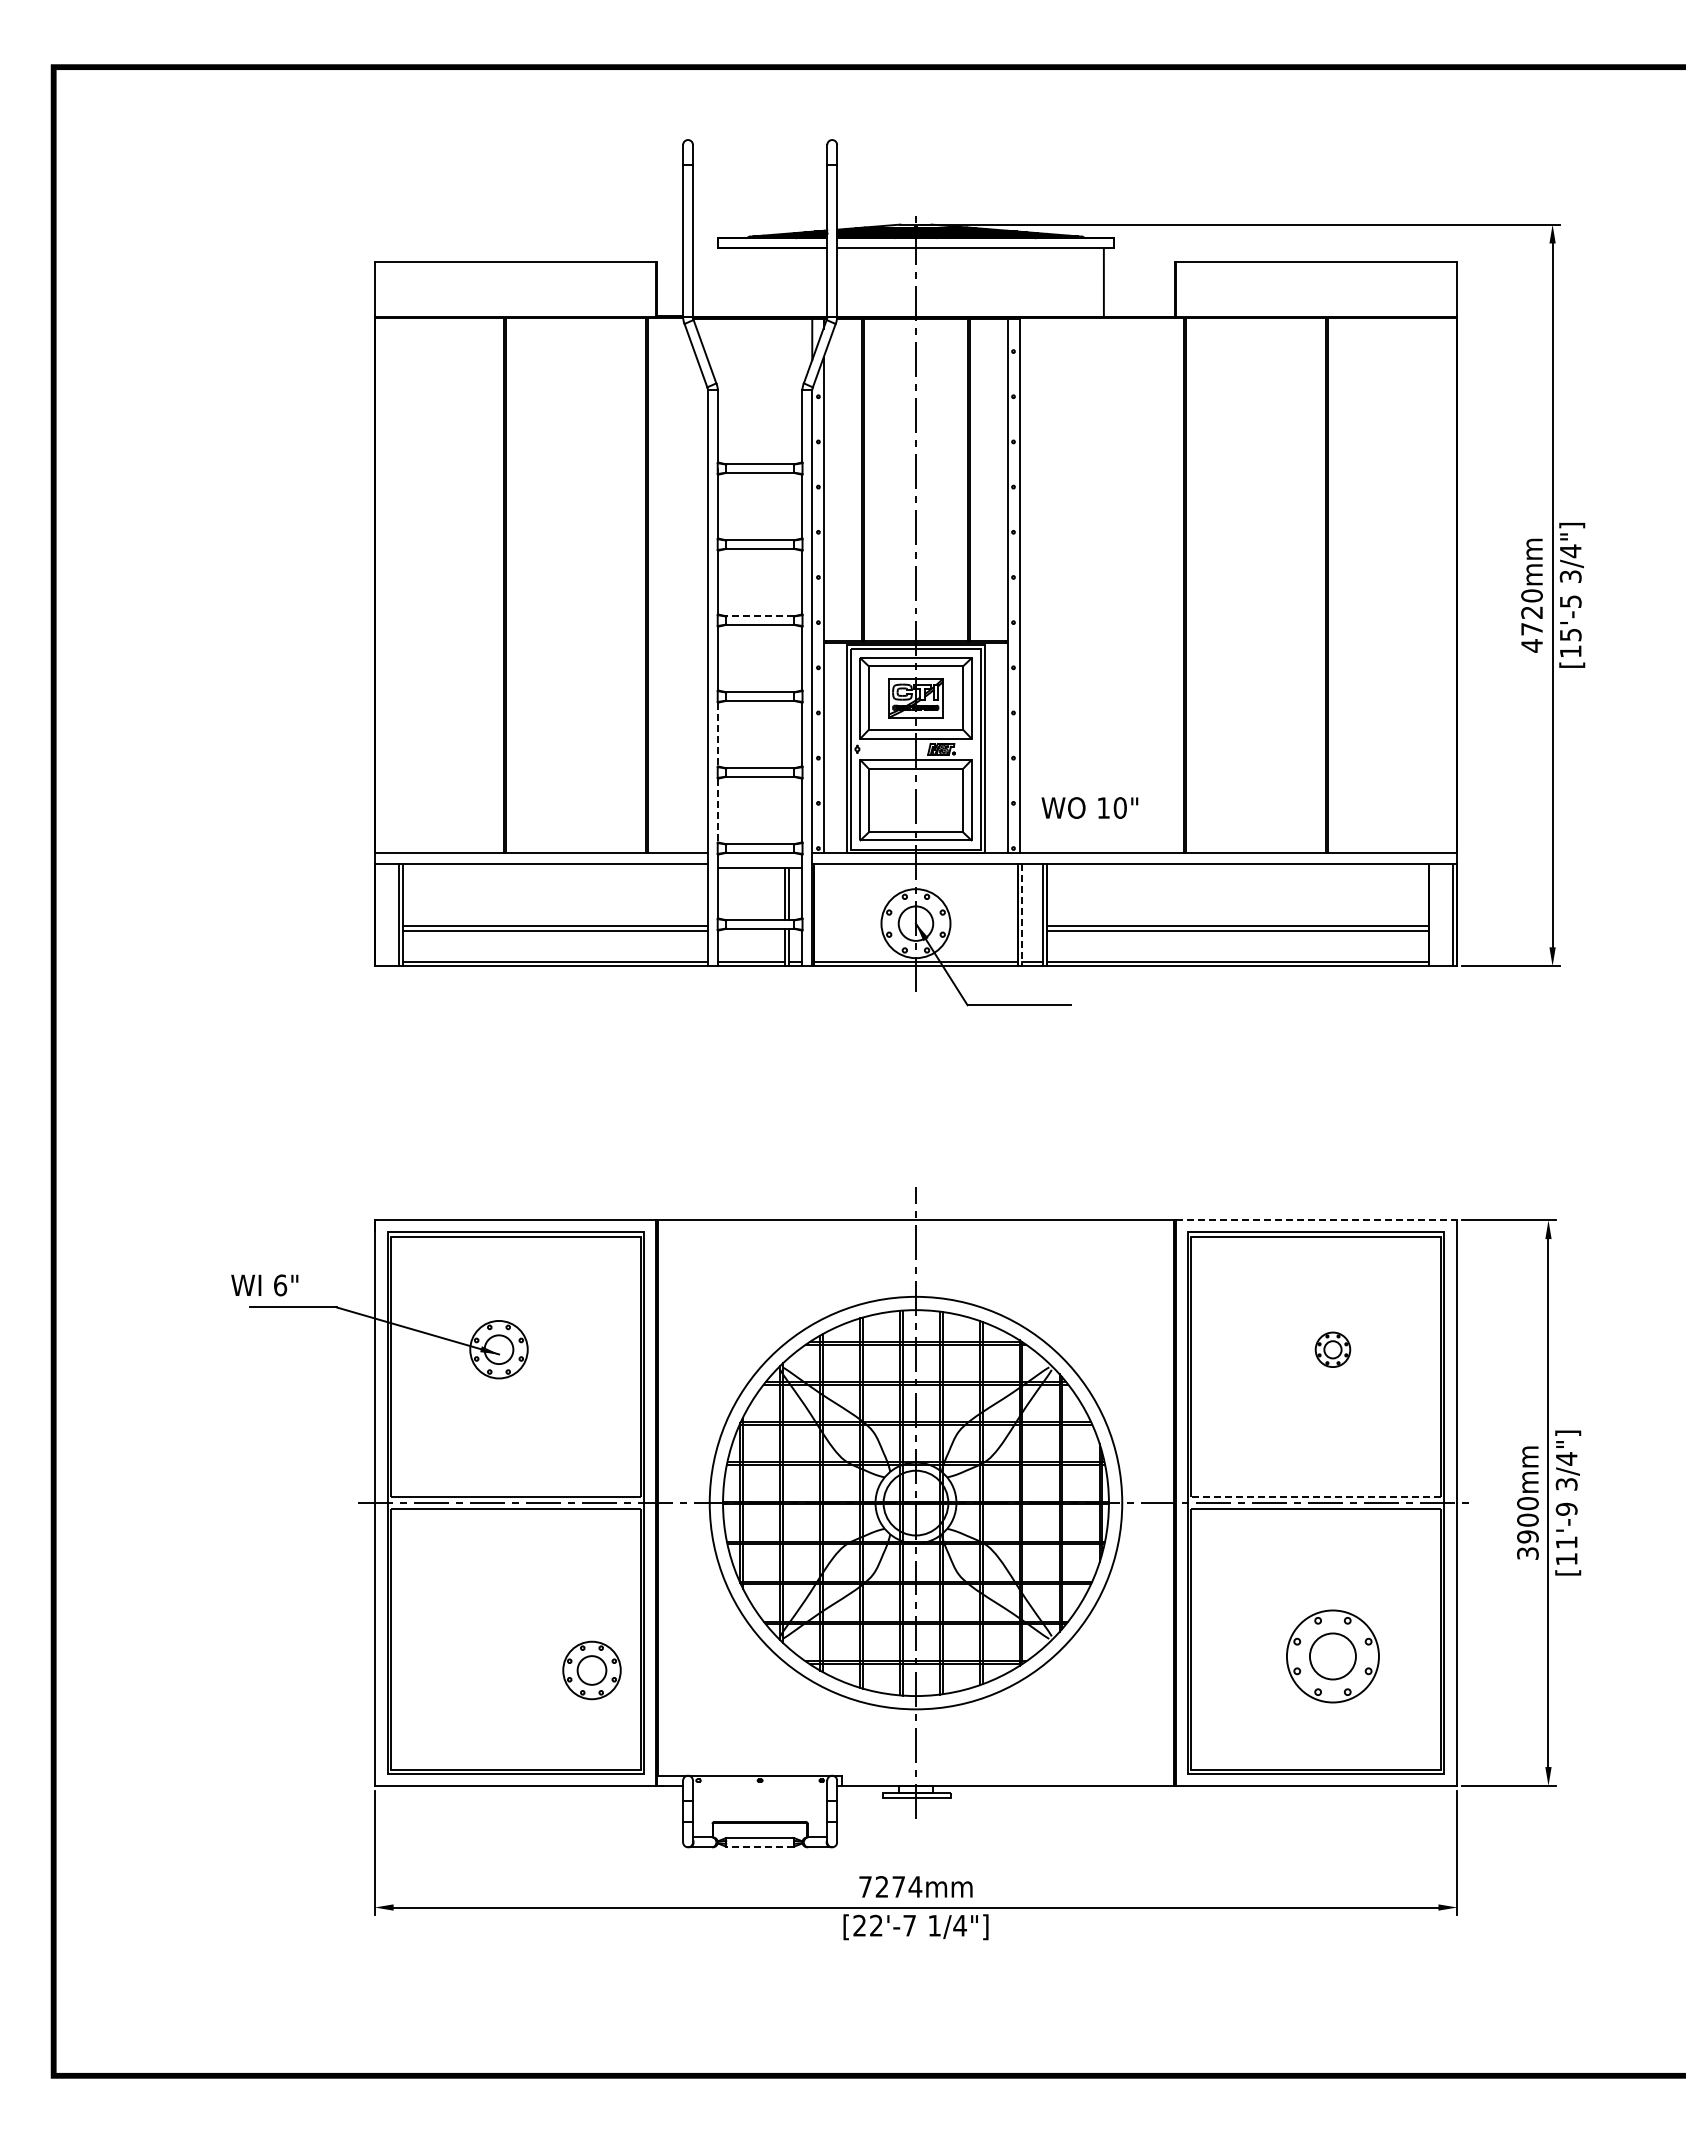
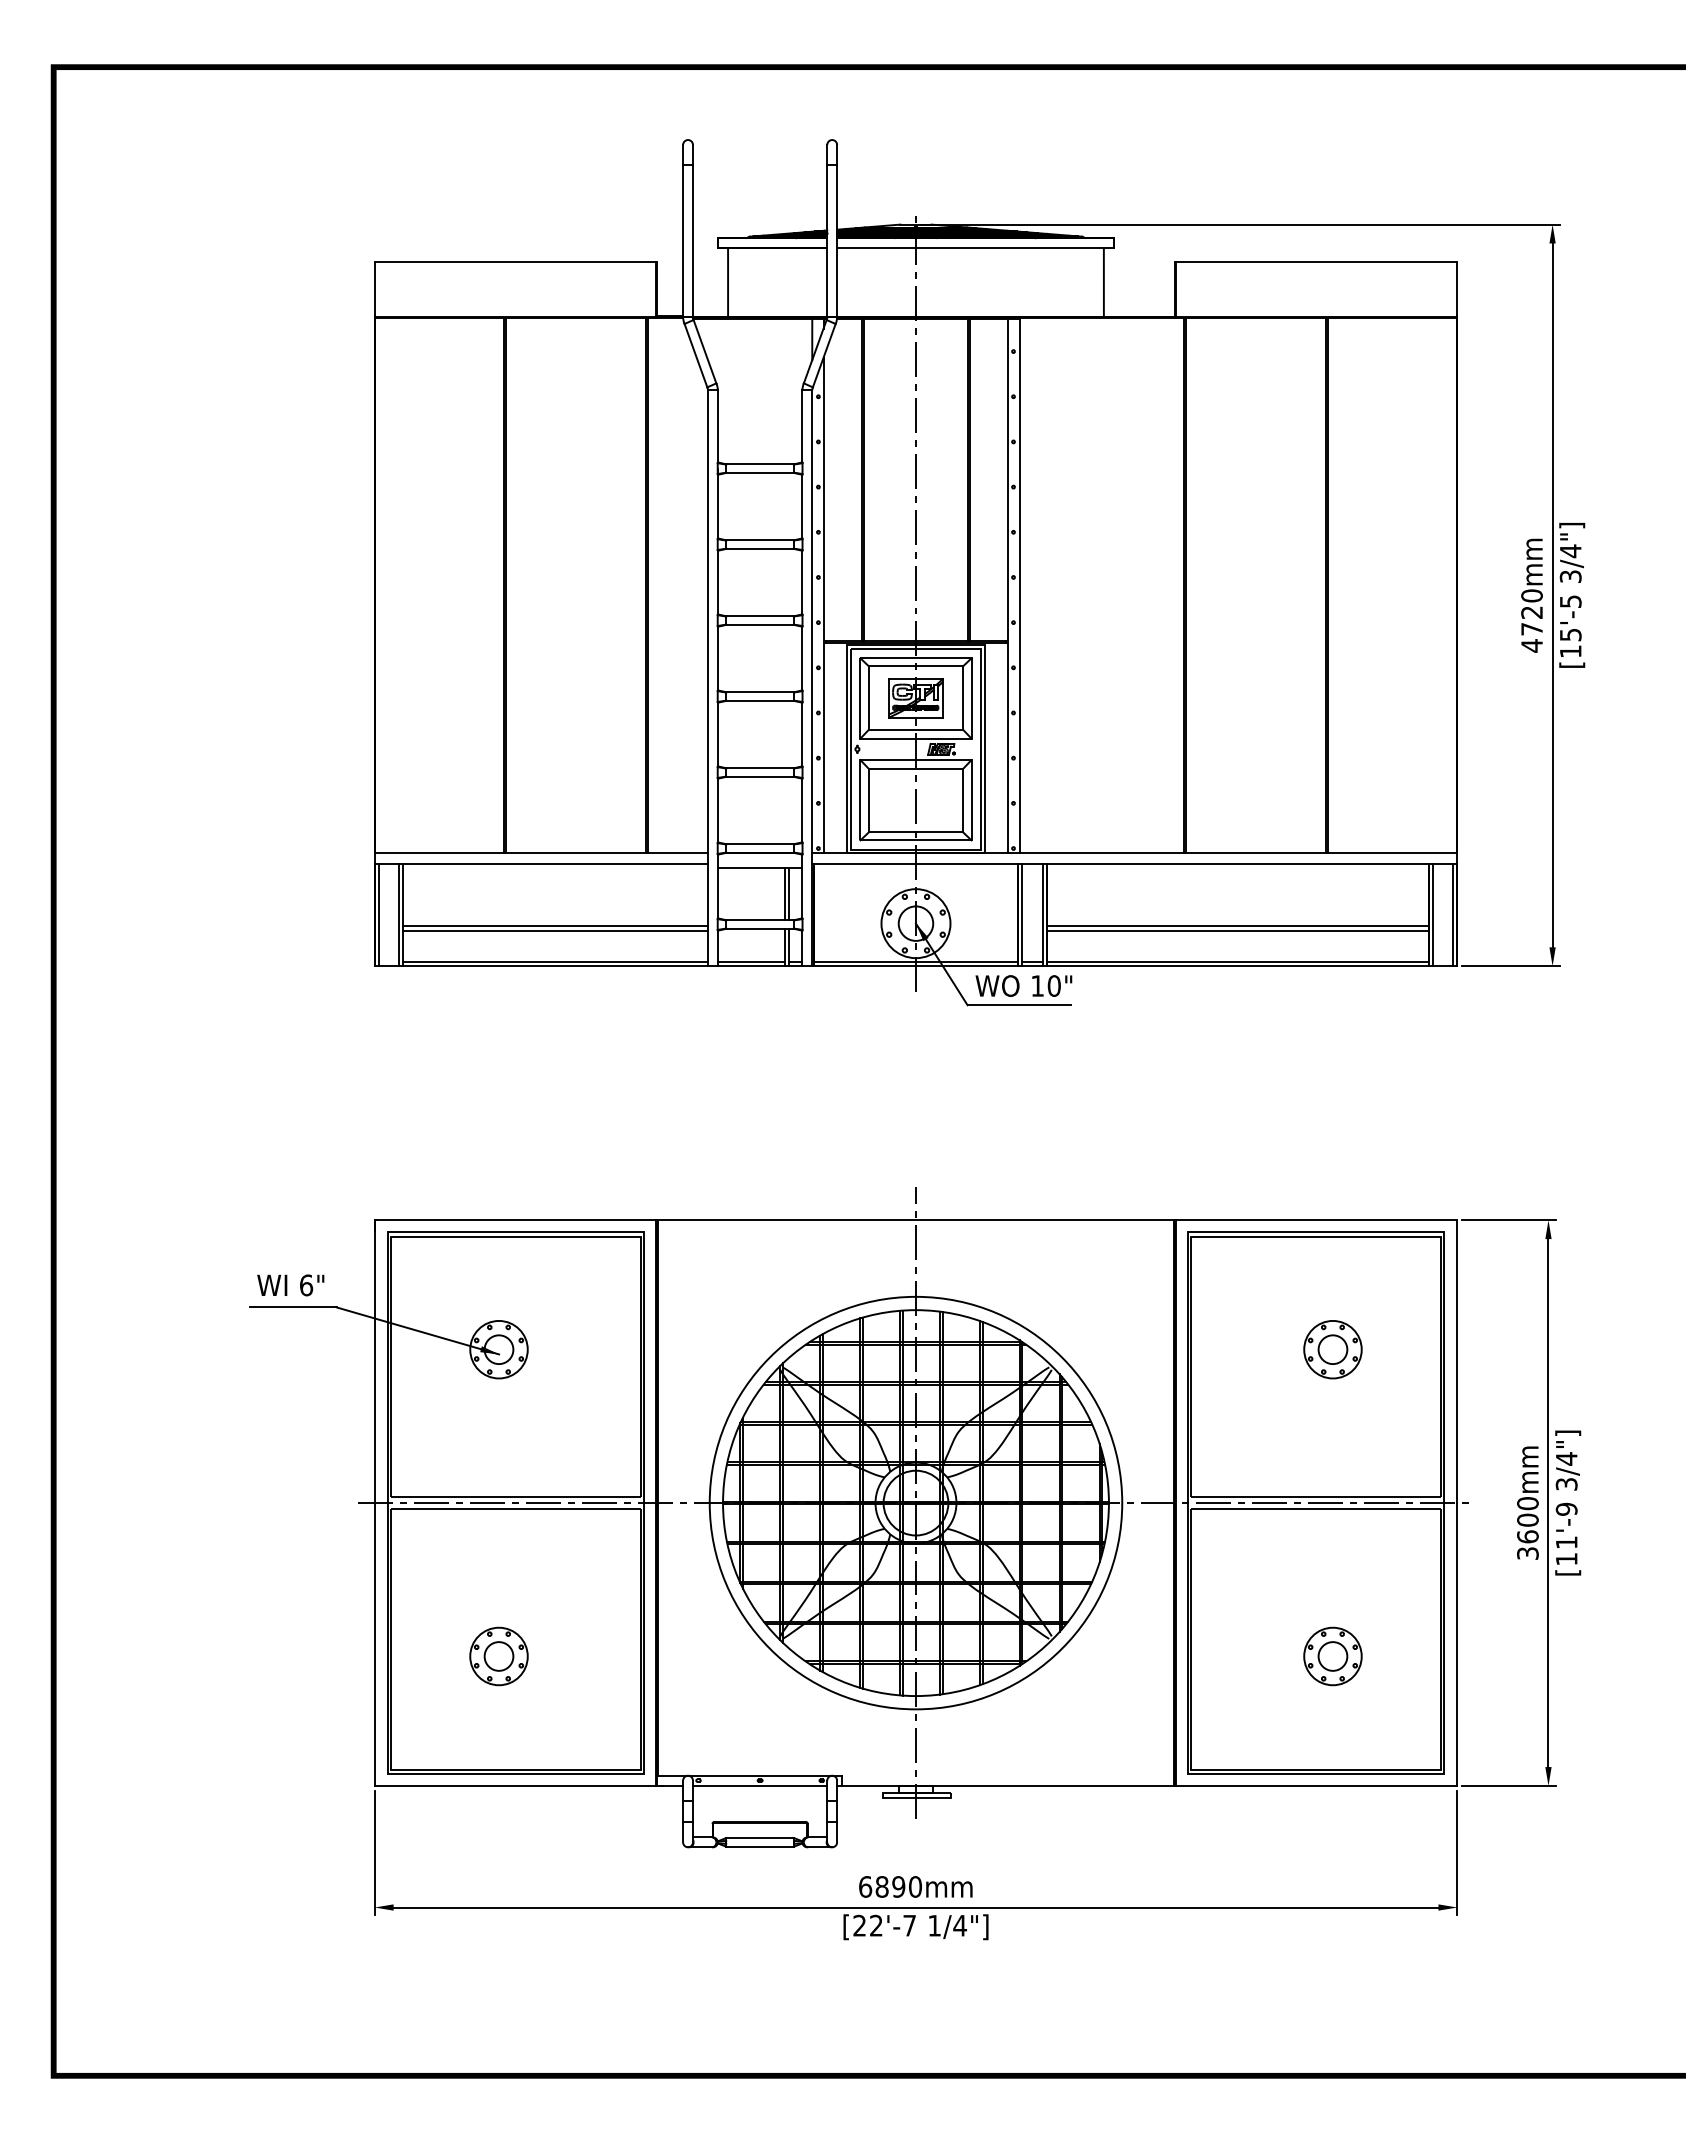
line at (728, 282): none -> present
line at (760, 616): dashed -> solid
line at (717, 734): dashed -> solid
text at (1089, 807) position: (1089, 807) -> (1023, 985)
line at (717, 810): dashed -> solid
line at (378, 914): none -> present
line at (1432, 914): none -> present
line at (1022, 915): dashed -> solid
line at (1316, 1220): dashed -> solid
text at (264, 1285) position: (264, 1285) -> (290, 1285)
part at (1332, 1349) size: 38x37 px -> 60x60 px
line at (1316, 1497): dashed -> solid
text at (1527, 1536): 3900mm -> 3600mm
part at (1332, 1656) size: 94x95 px -> 60x61 px
part at (591, 1670) position: (591, 1670) -> (498, 1656)
line at (759, 1785): none -> present
line at (760, 1846): dashed -> solid
text at (890, 1886): 7274mm -> 6890mm
